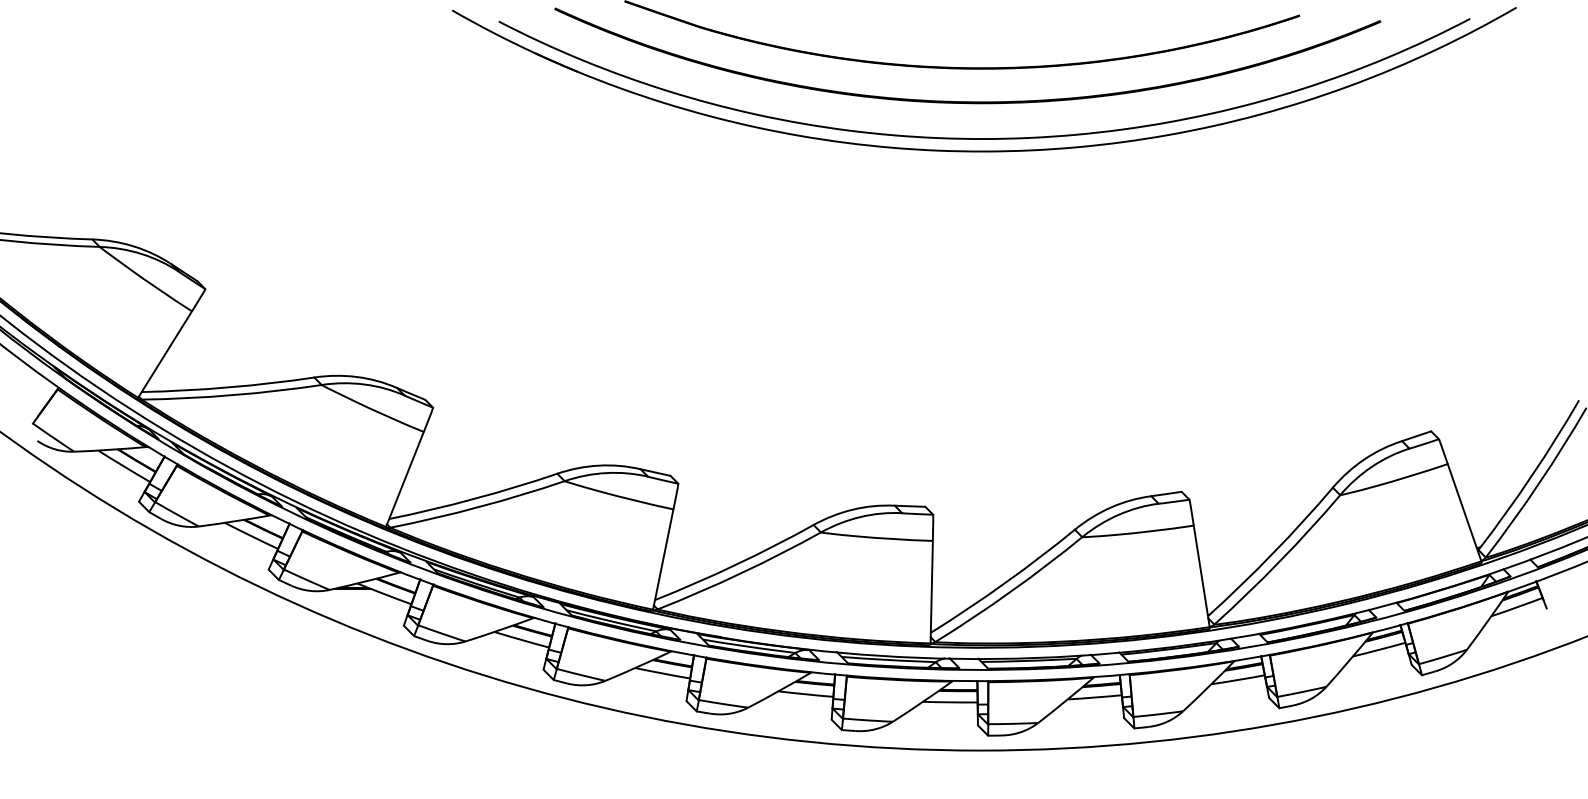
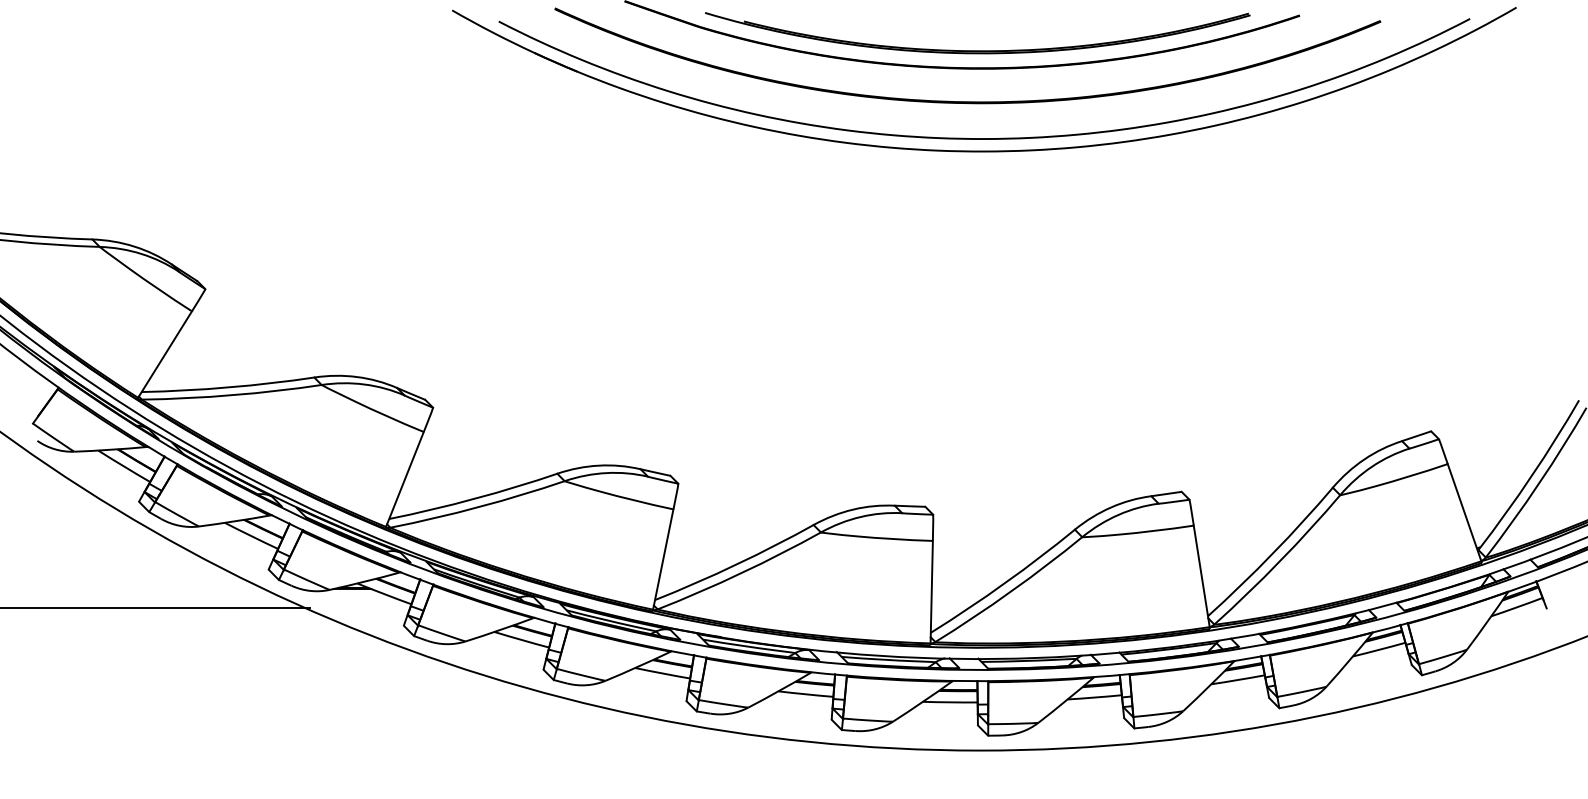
part at (977, 50): none -> present
line at (156, 608): none -> present
